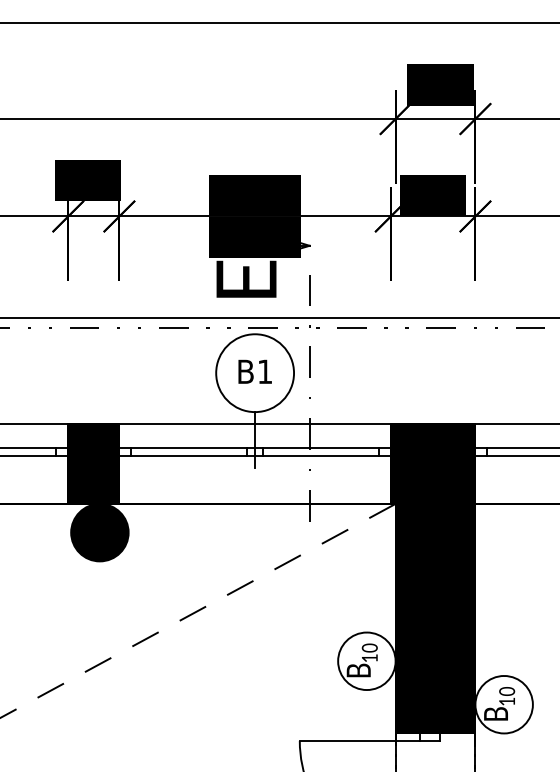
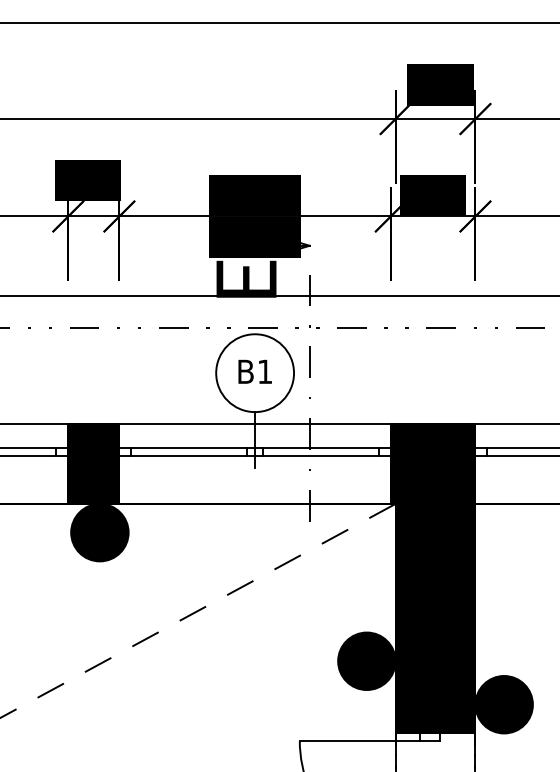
line at (279, 318) position: (279, 318) -> (279, 296)
fill at (366, 661): none -> present
fill at (503, 704): none -> present
